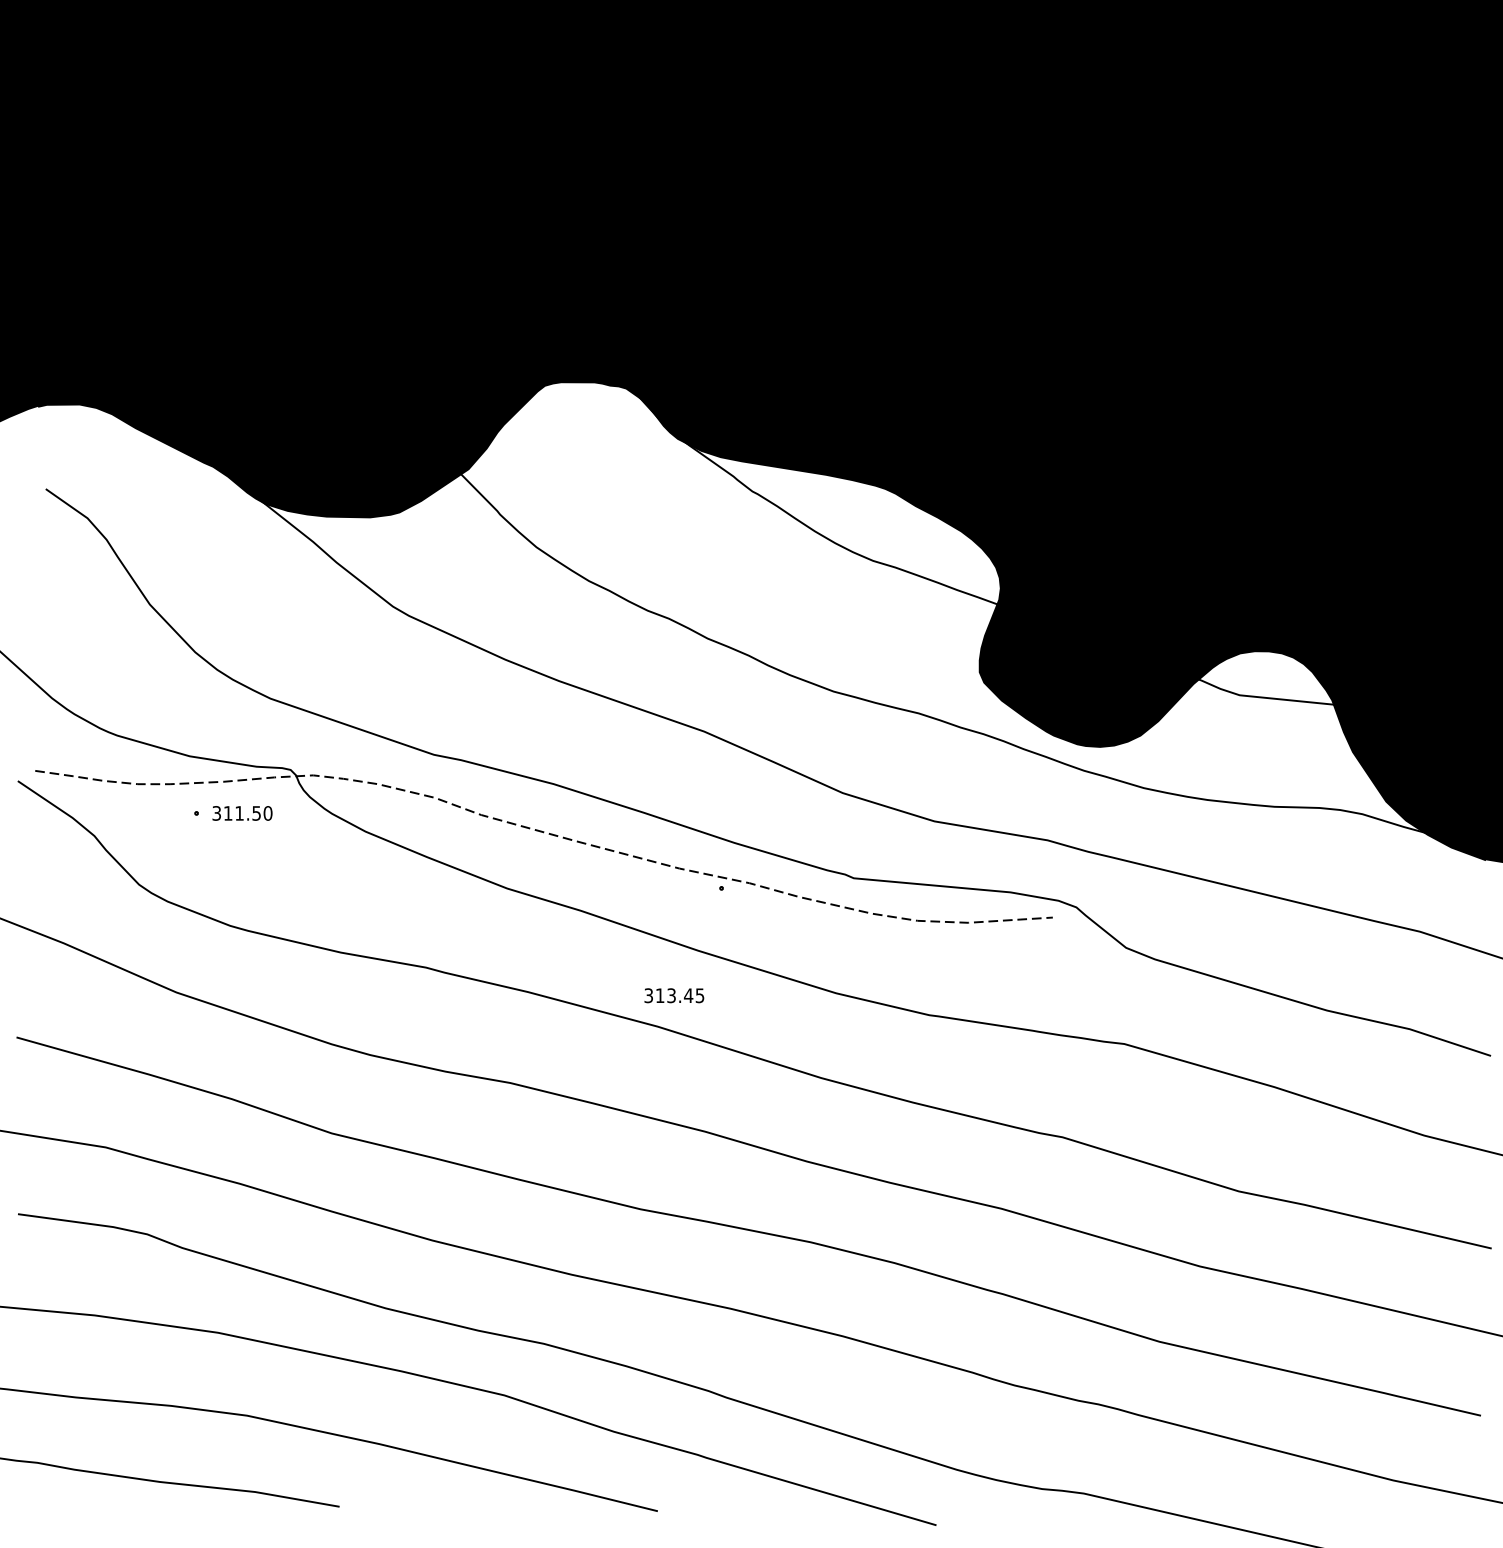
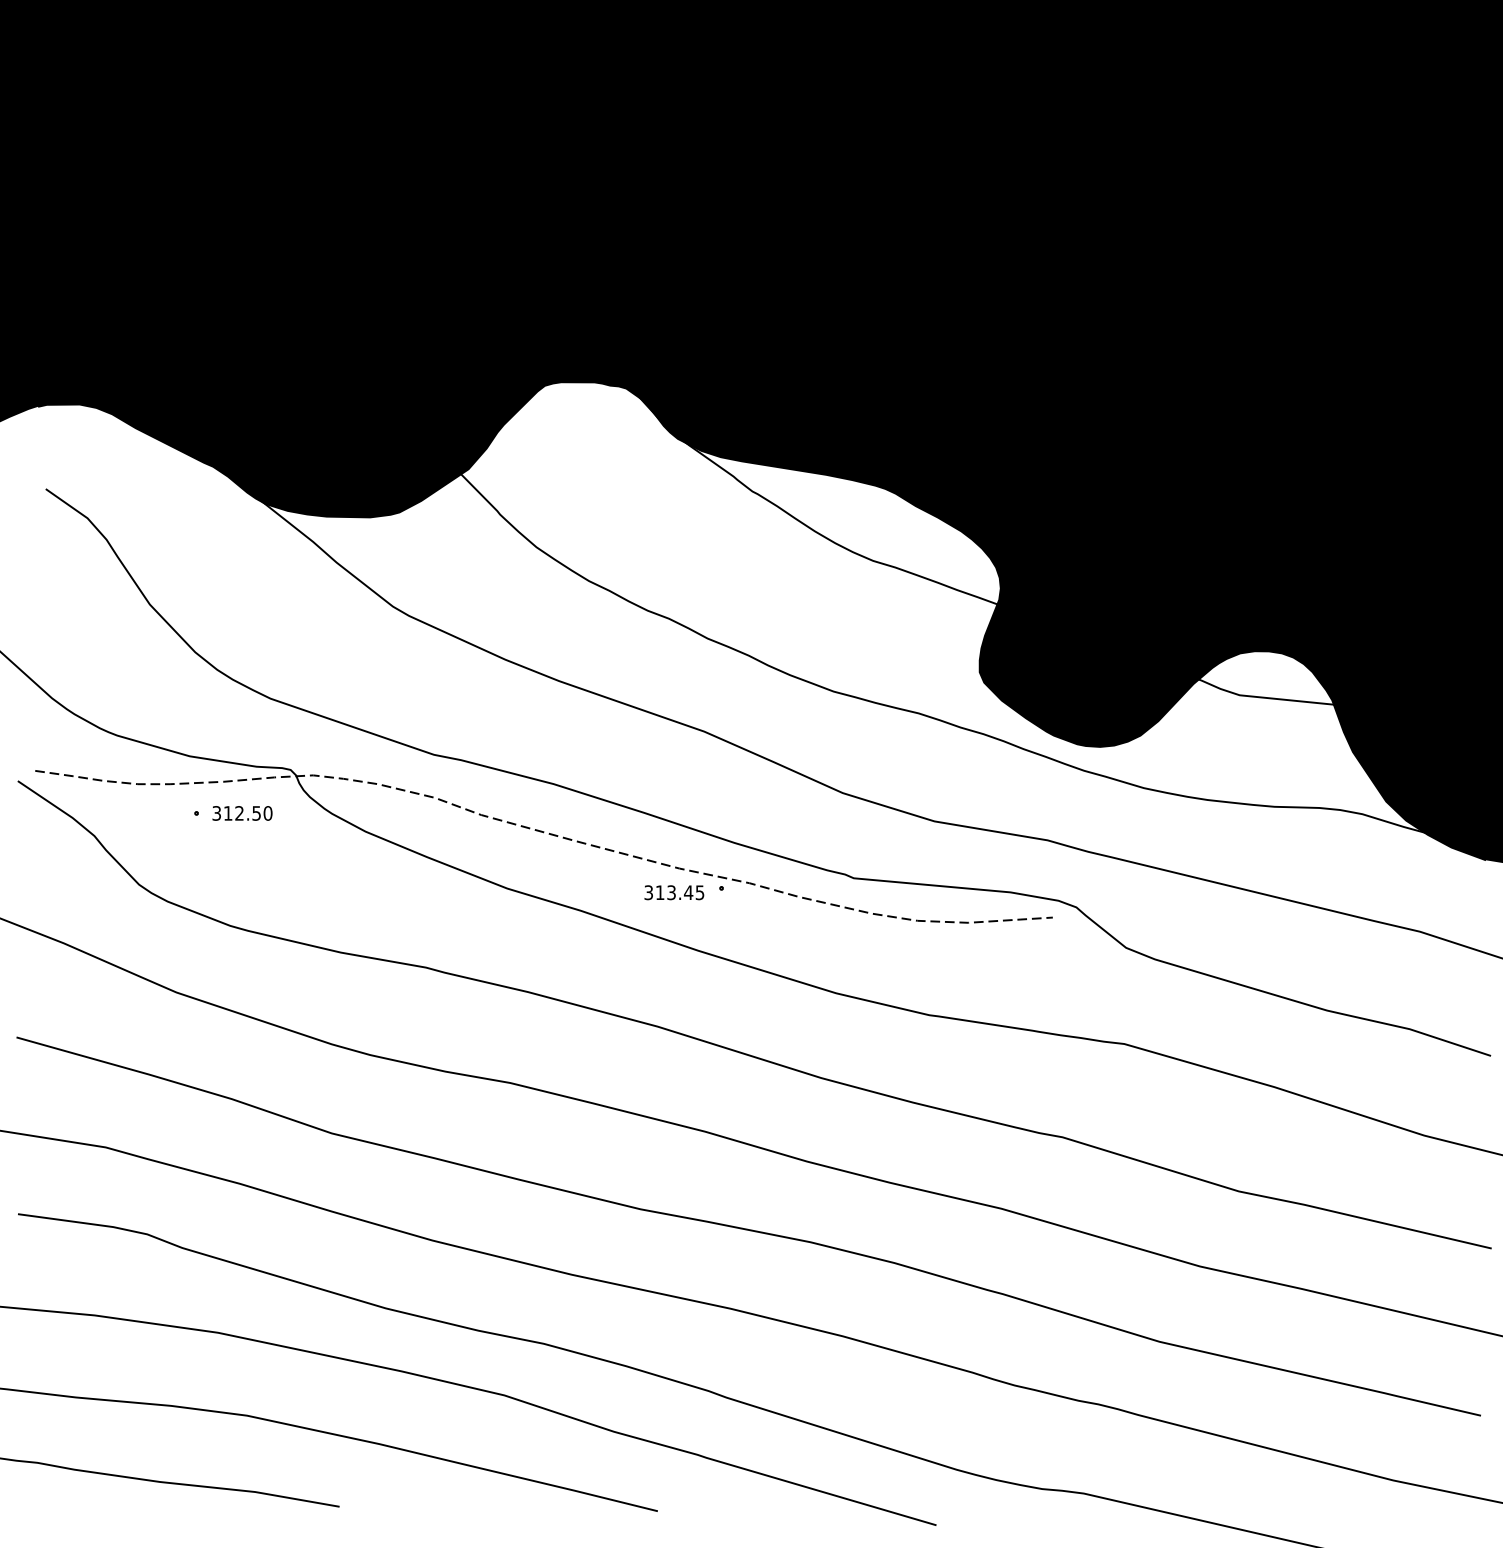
text at (239, 813): 311.50 -> 312.50
text at (674, 995) position: (674, 995) -> (674, 892)
